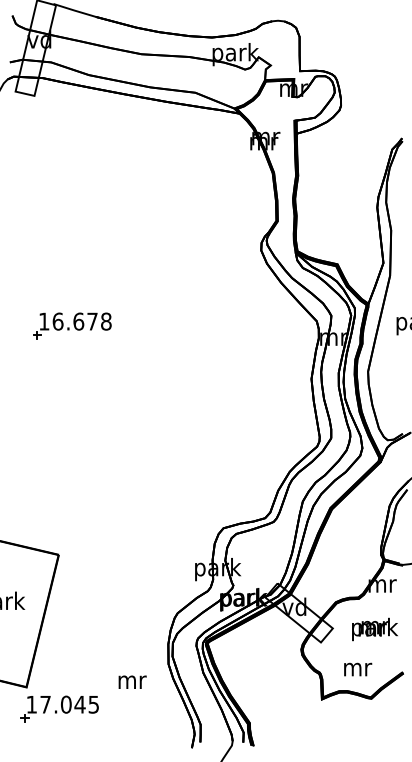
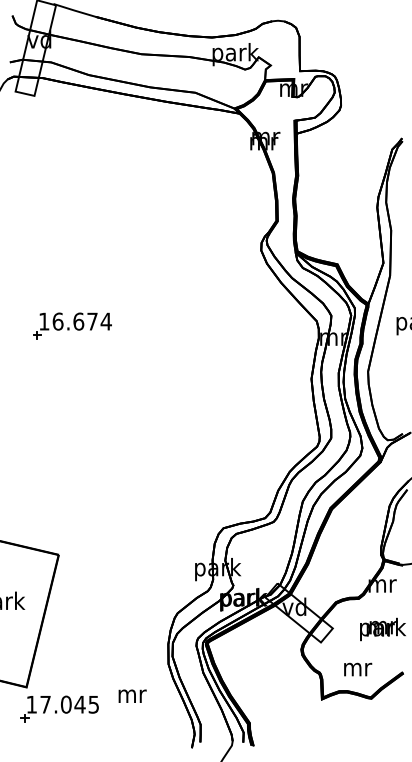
text at (105, 321): 16.678 -> 16.674
text at (374, 629) position: (374, 629) -> (382, 629)
text at (132, 681) position: (132, 681) -> (132, 695)
